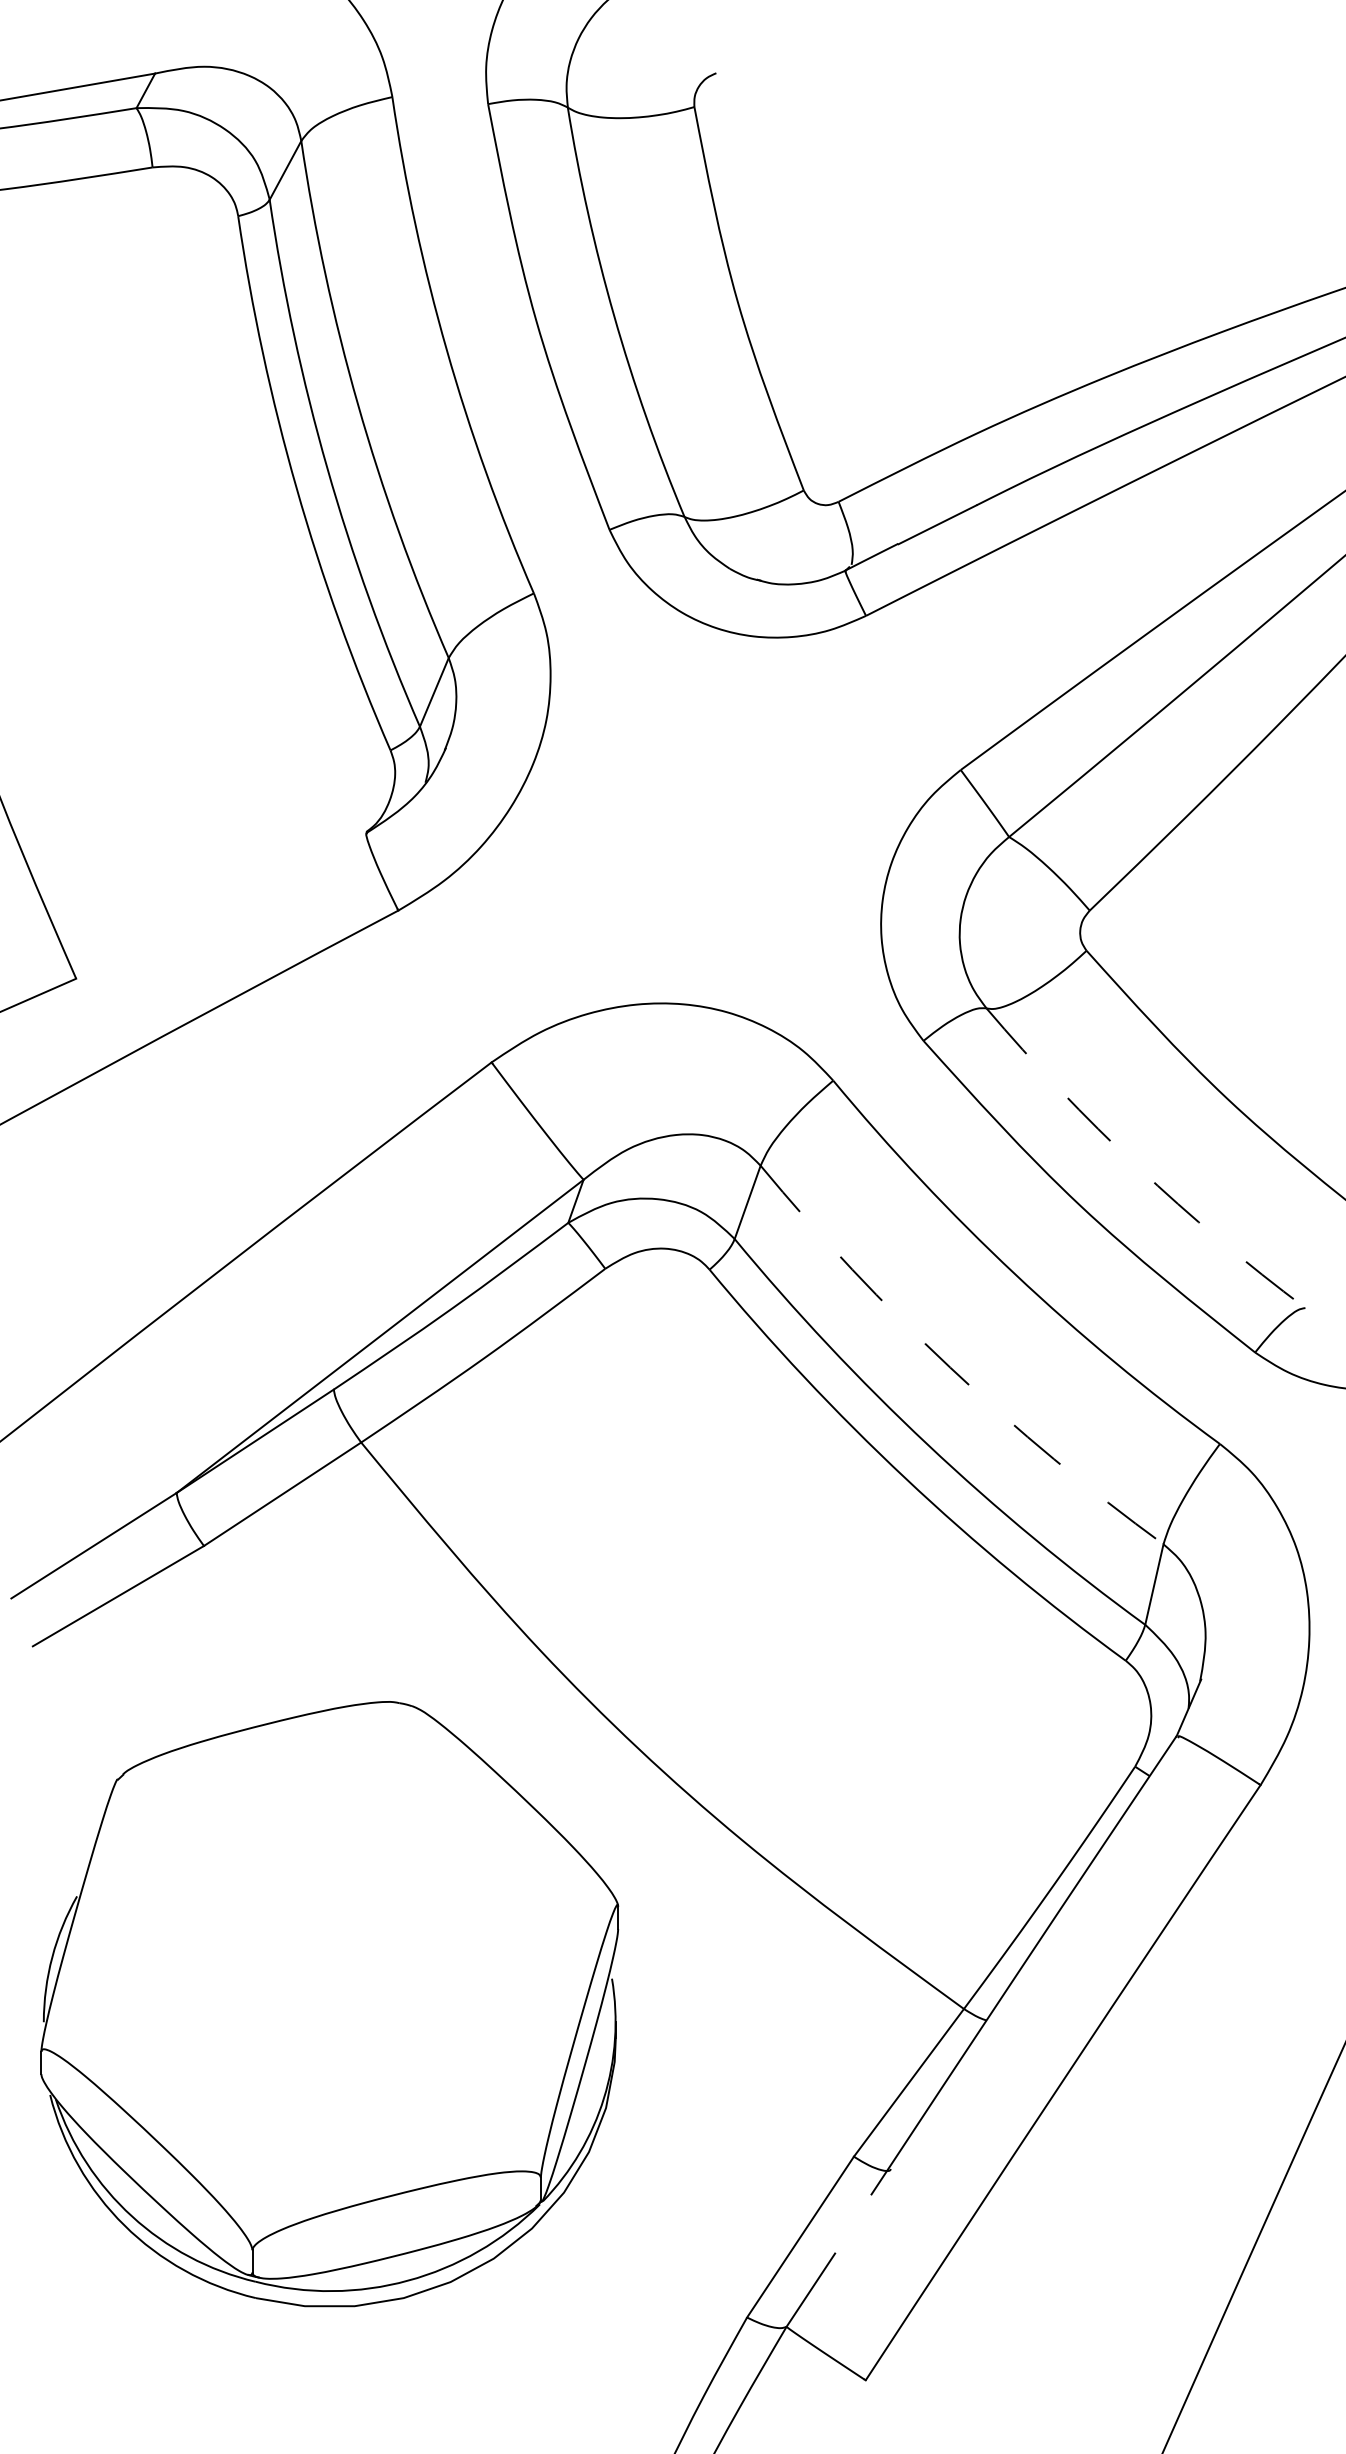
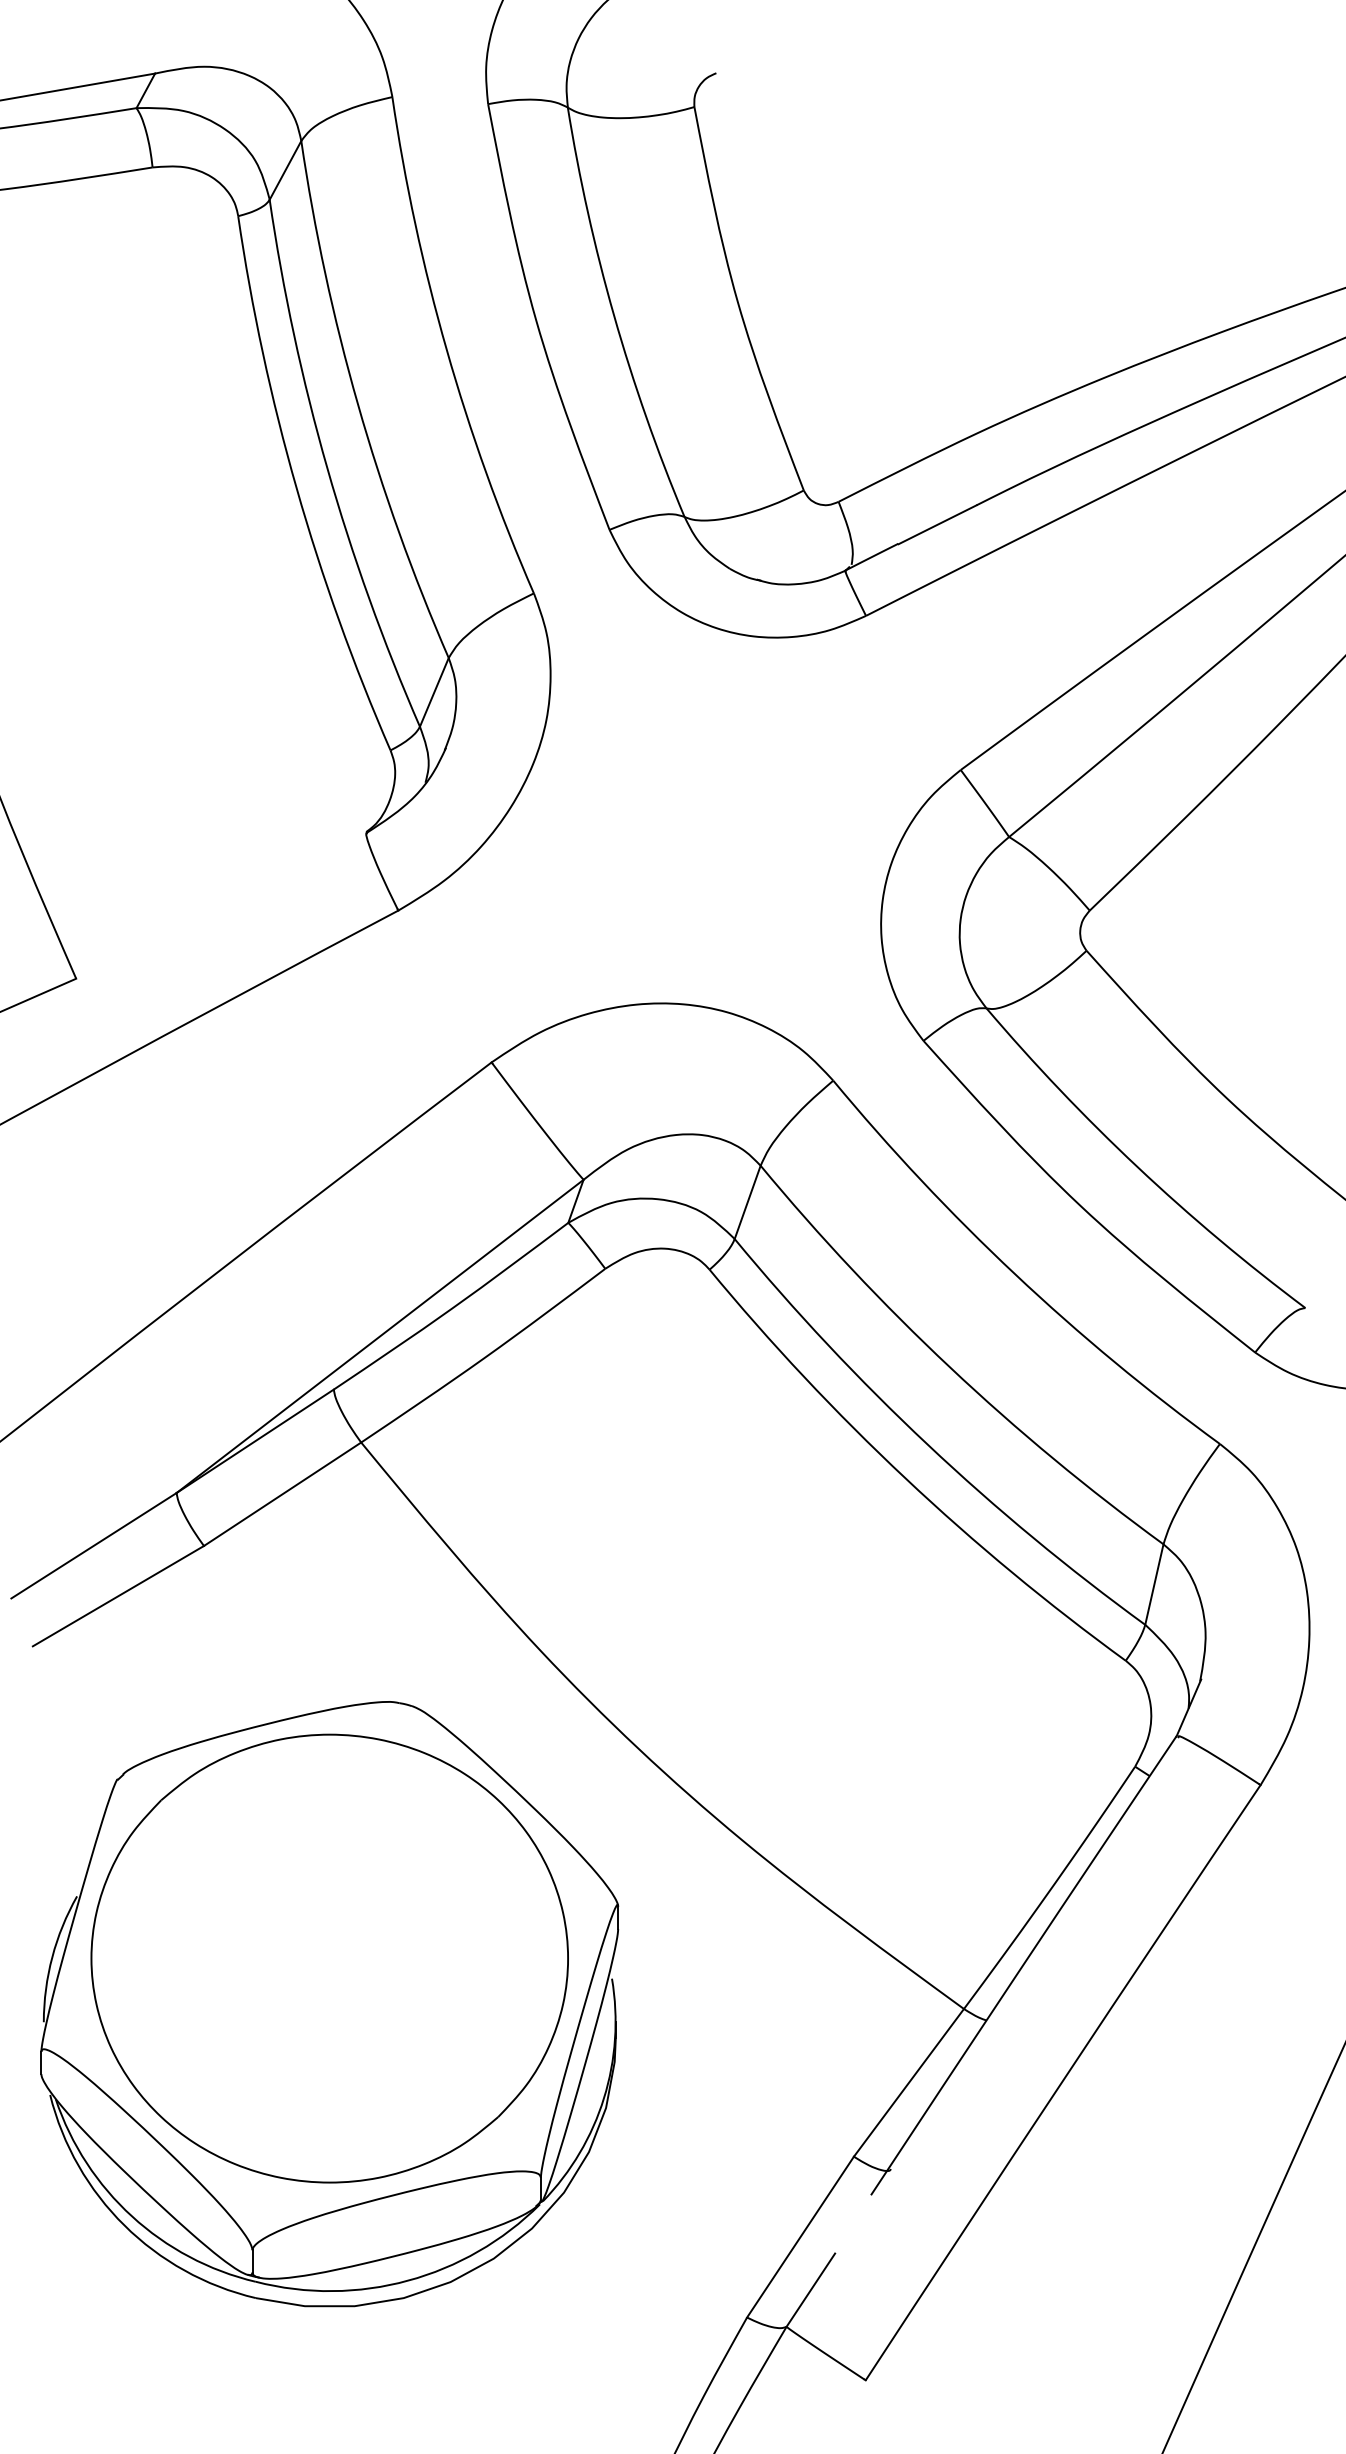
arc at (1137, 1167): dashed -> solid
arc at (950, 1367): dashed -> solid
part at (329, 1958): none -> present
